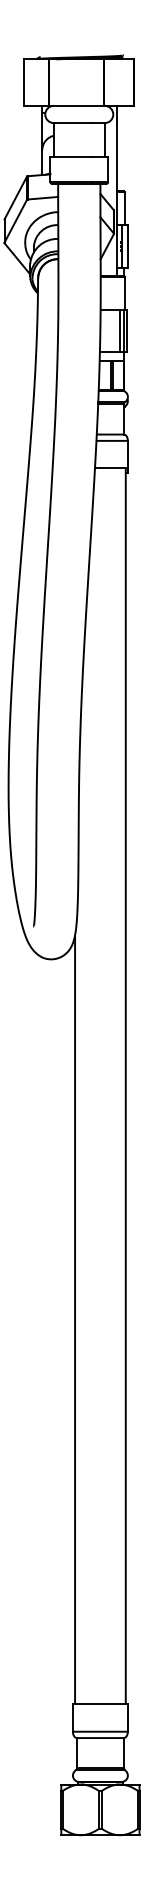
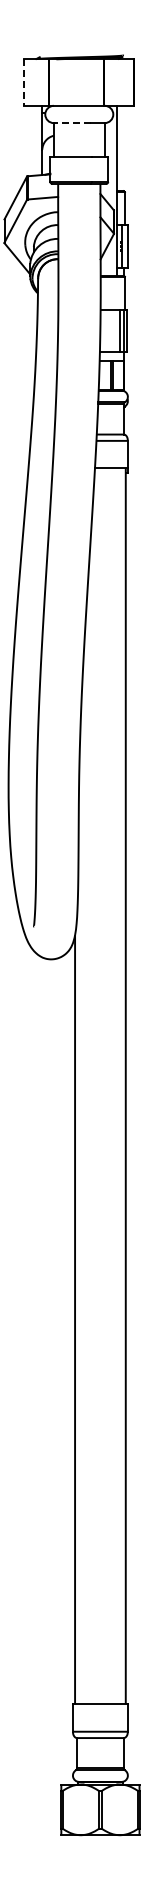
line at (24, 83): solid -> dashed
line at (71, 123): solid -> dashed
